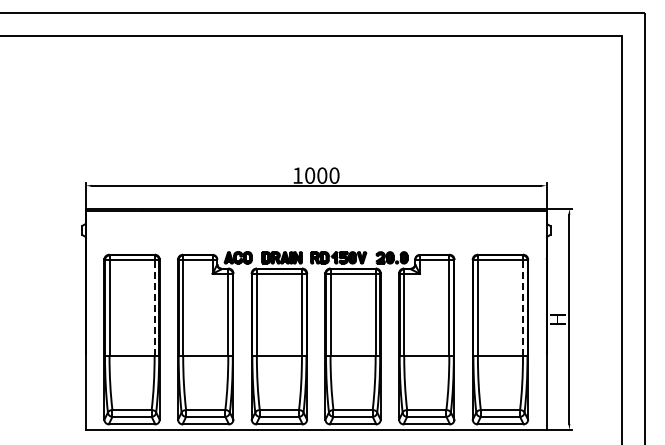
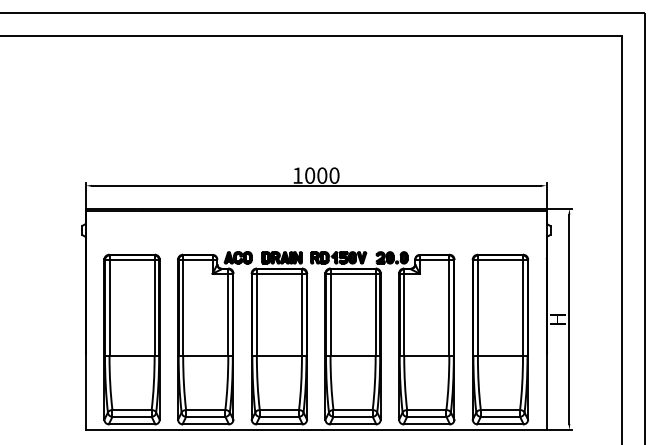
line at (154, 307): dashed -> solid
line at (523, 307): dashed -> solid
